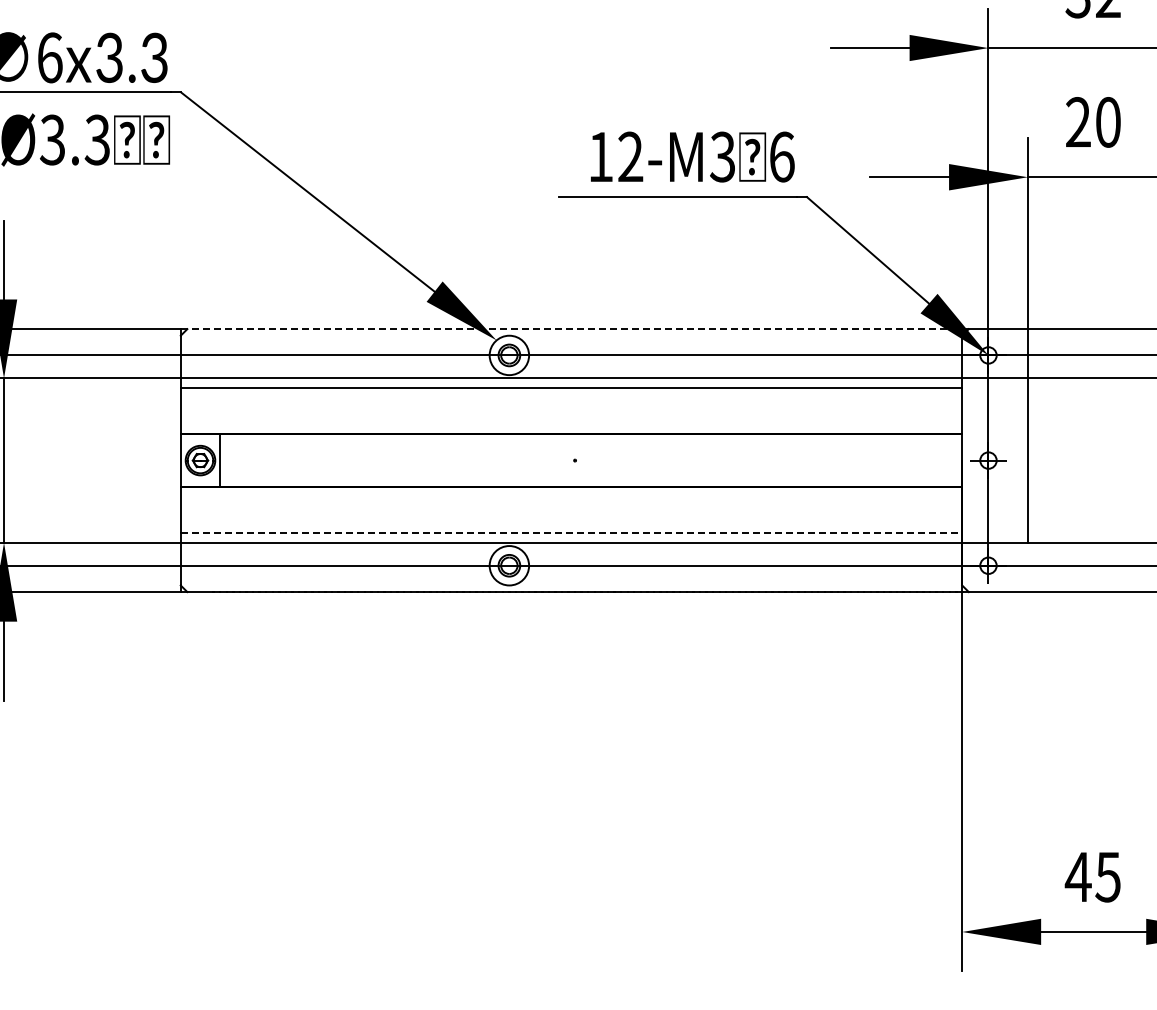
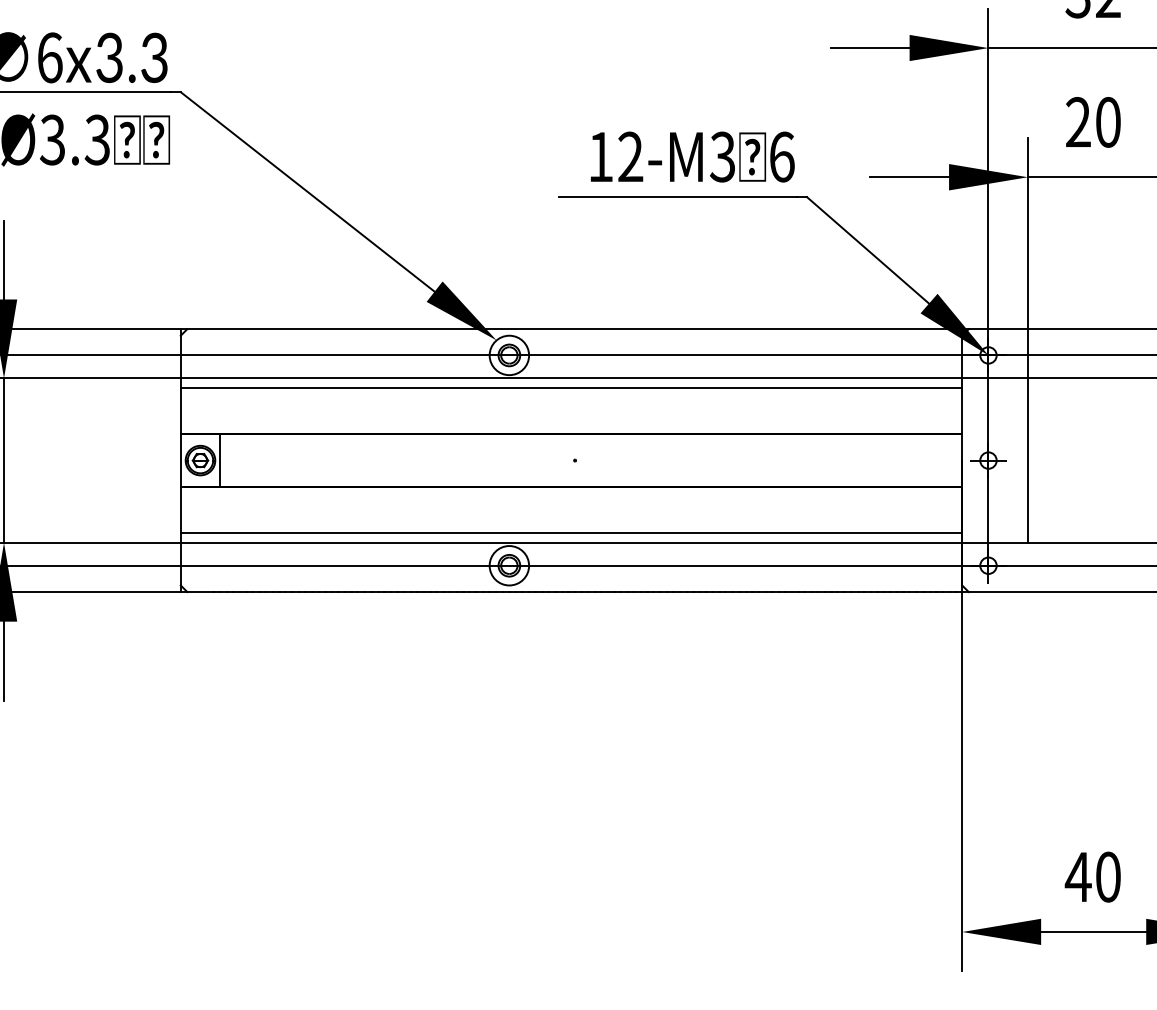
line at (578, 329): dashed -> solid
line at (571, 532): dashed -> solid
text at (1107, 876): 45 -> 40
